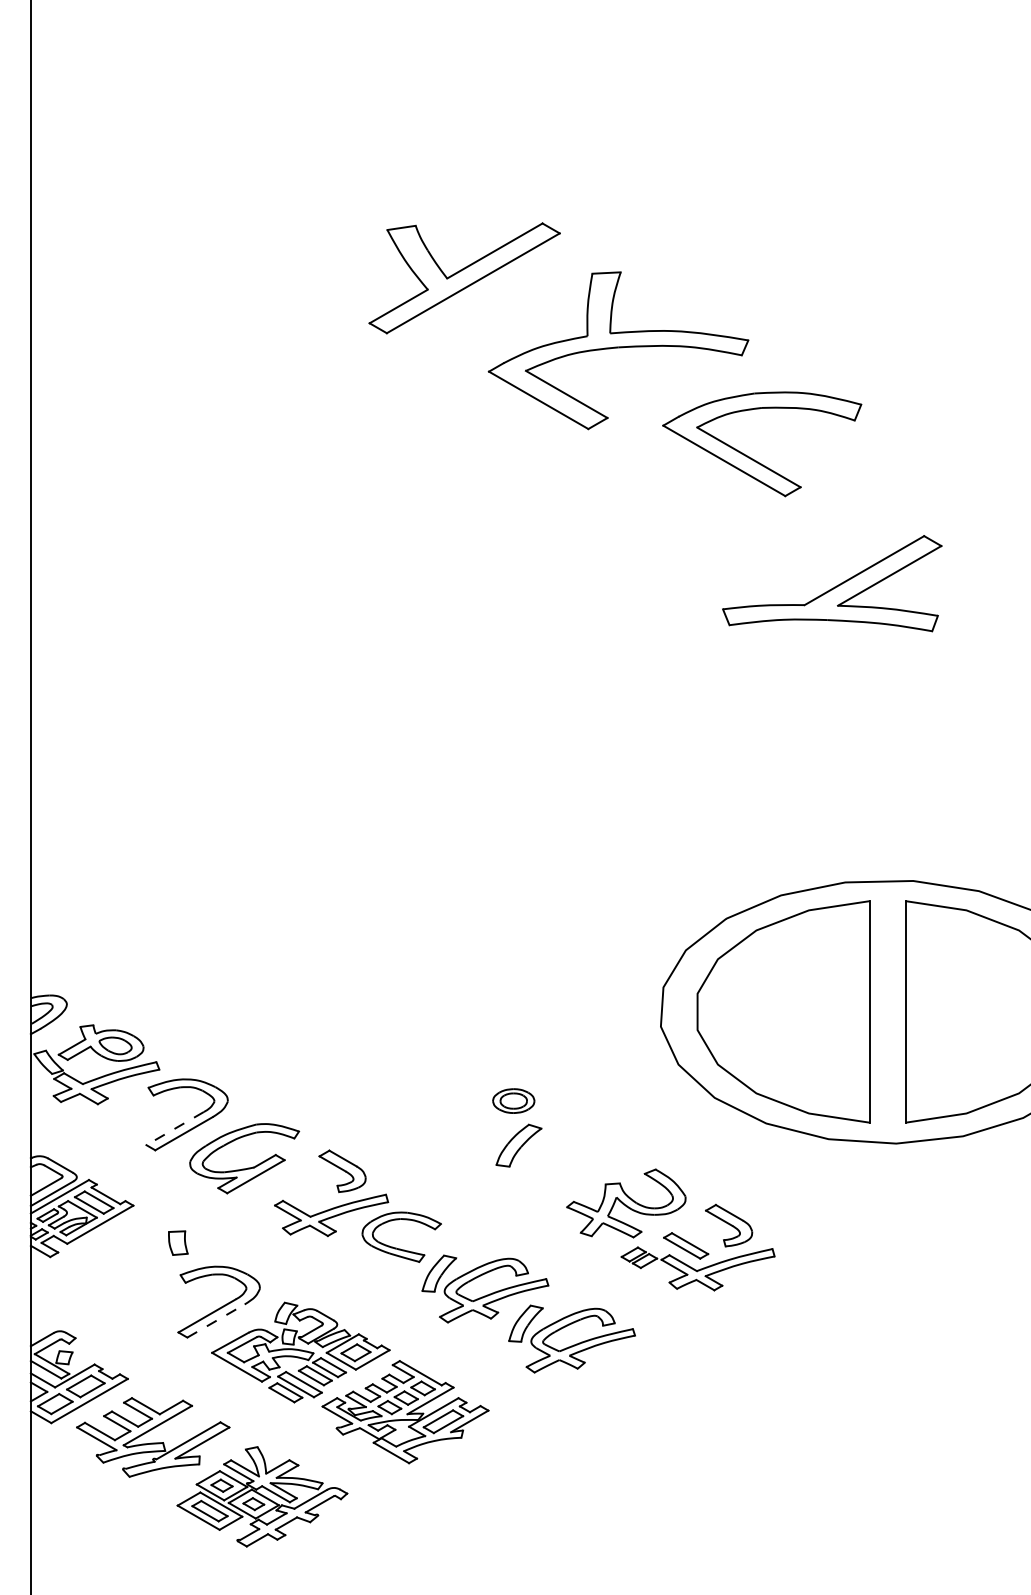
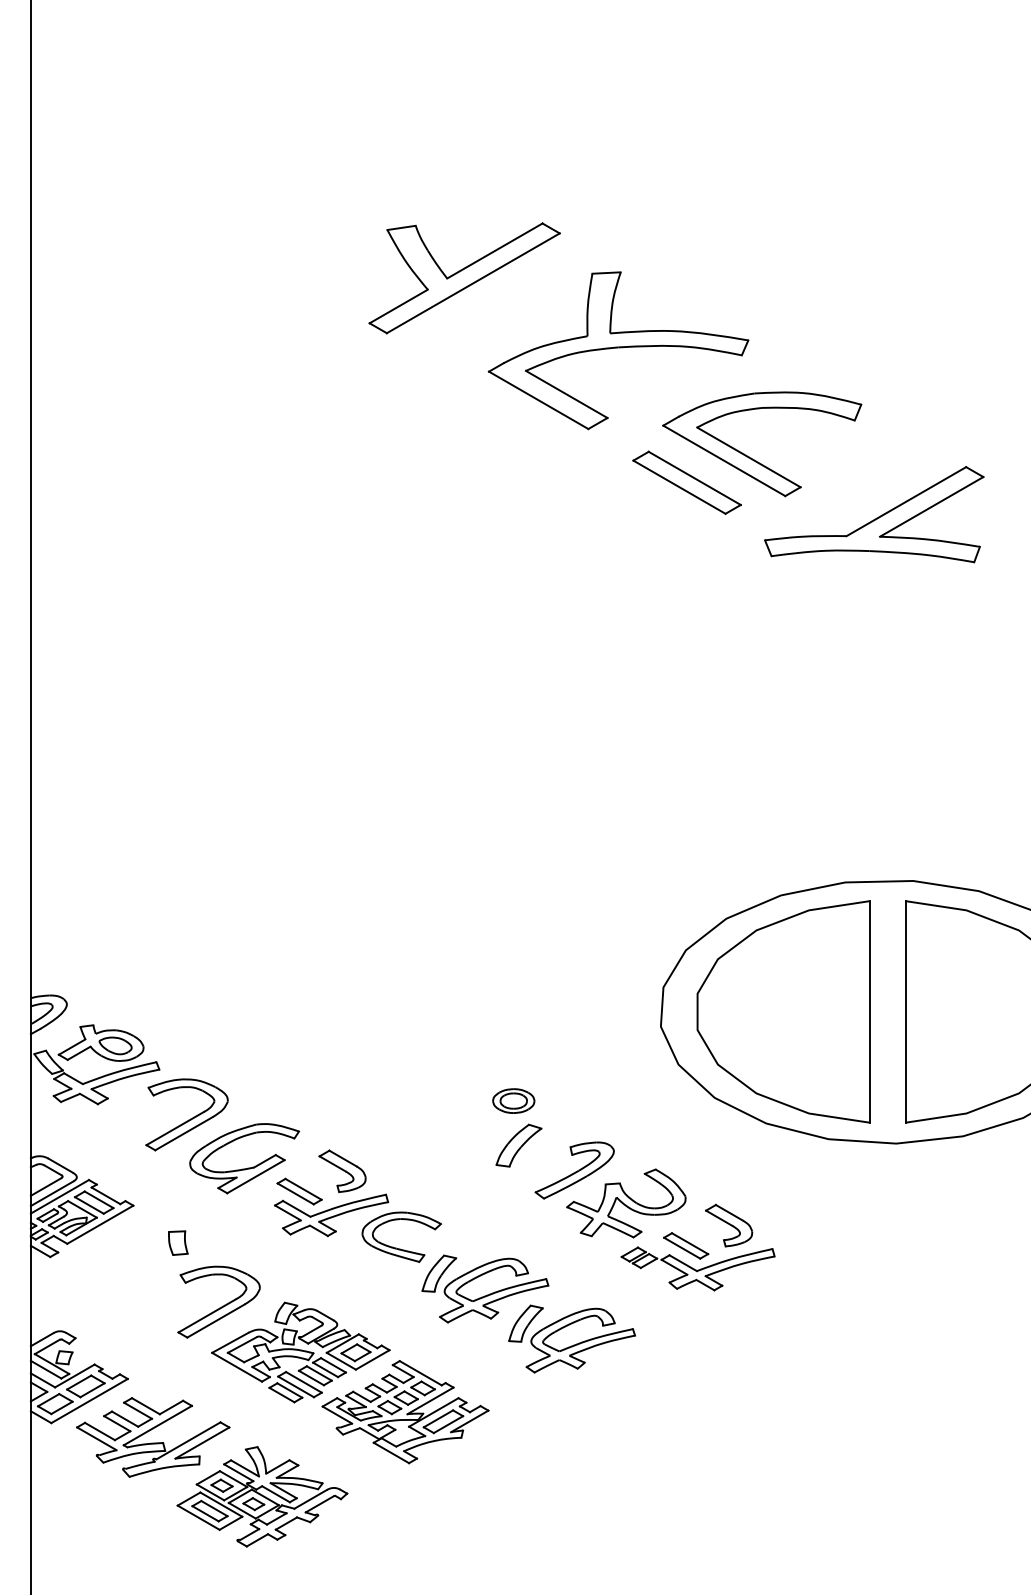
part at (686, 482): none -> present
part at (832, 583) position: (832, 583) -> (874, 514)
line at (174, 1128): dashed -> solid
part at (574, 1170): none -> present
part at (299, 1191): none -> present
line at (216, 1320): dashed -> solid
